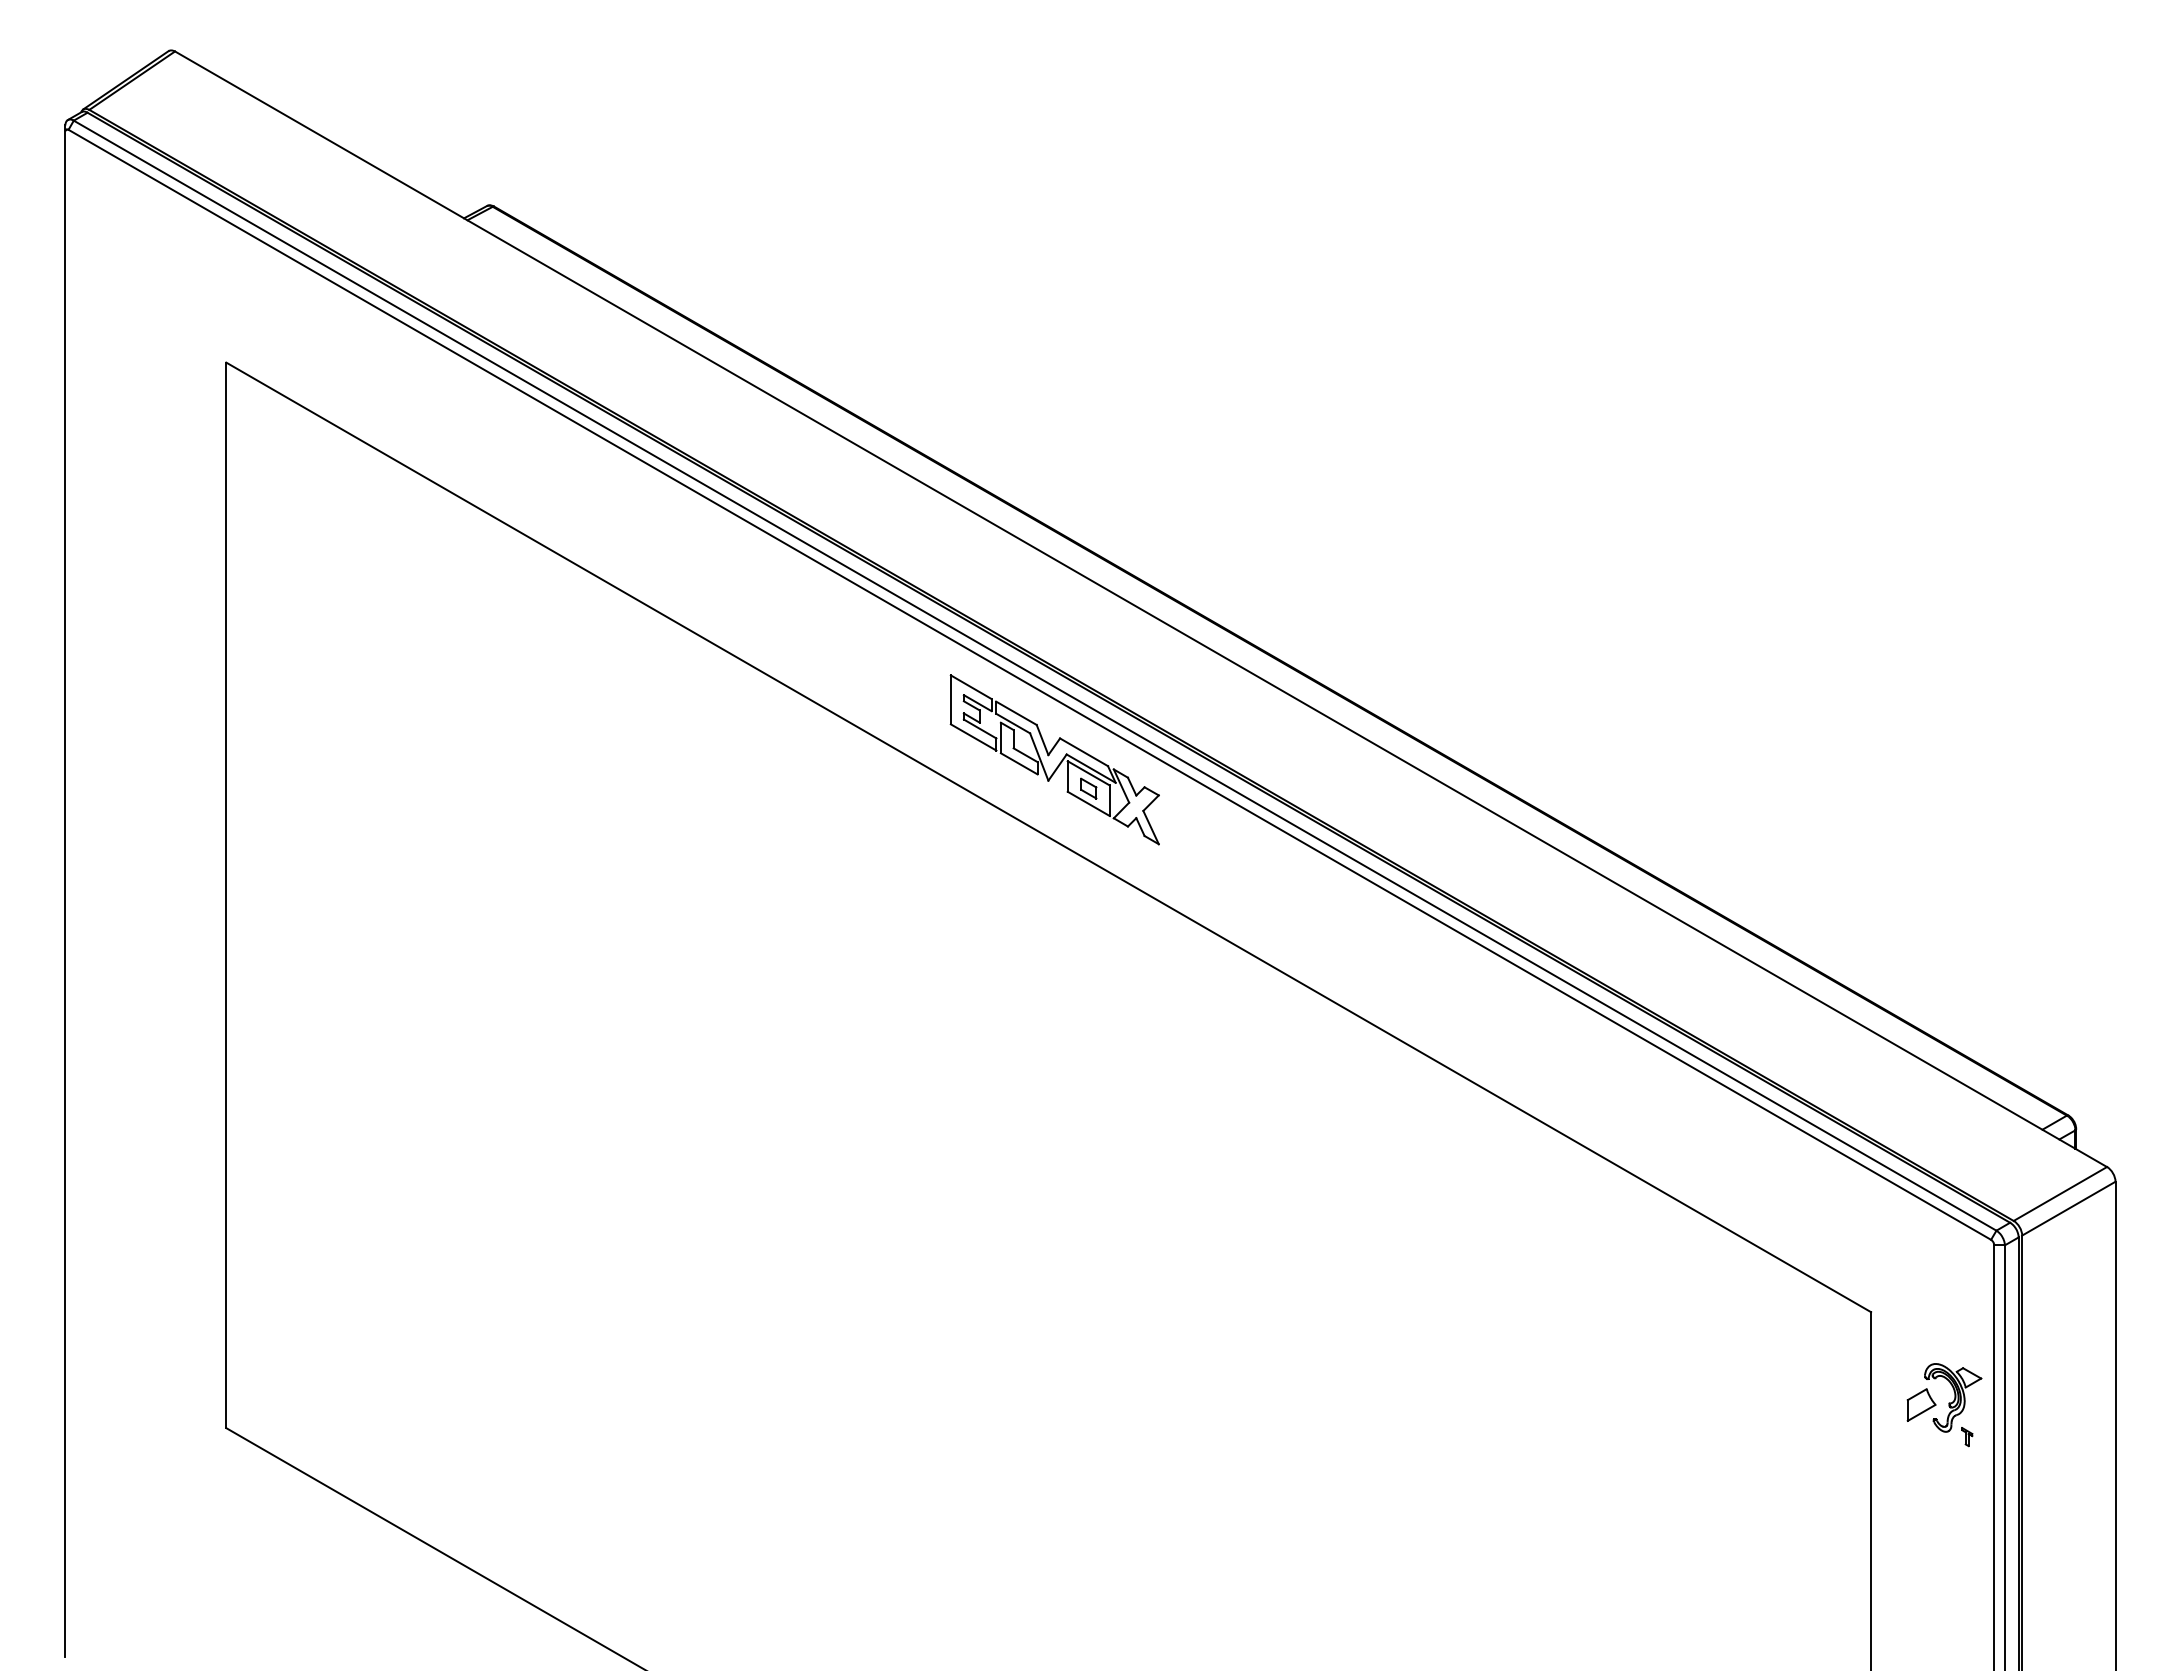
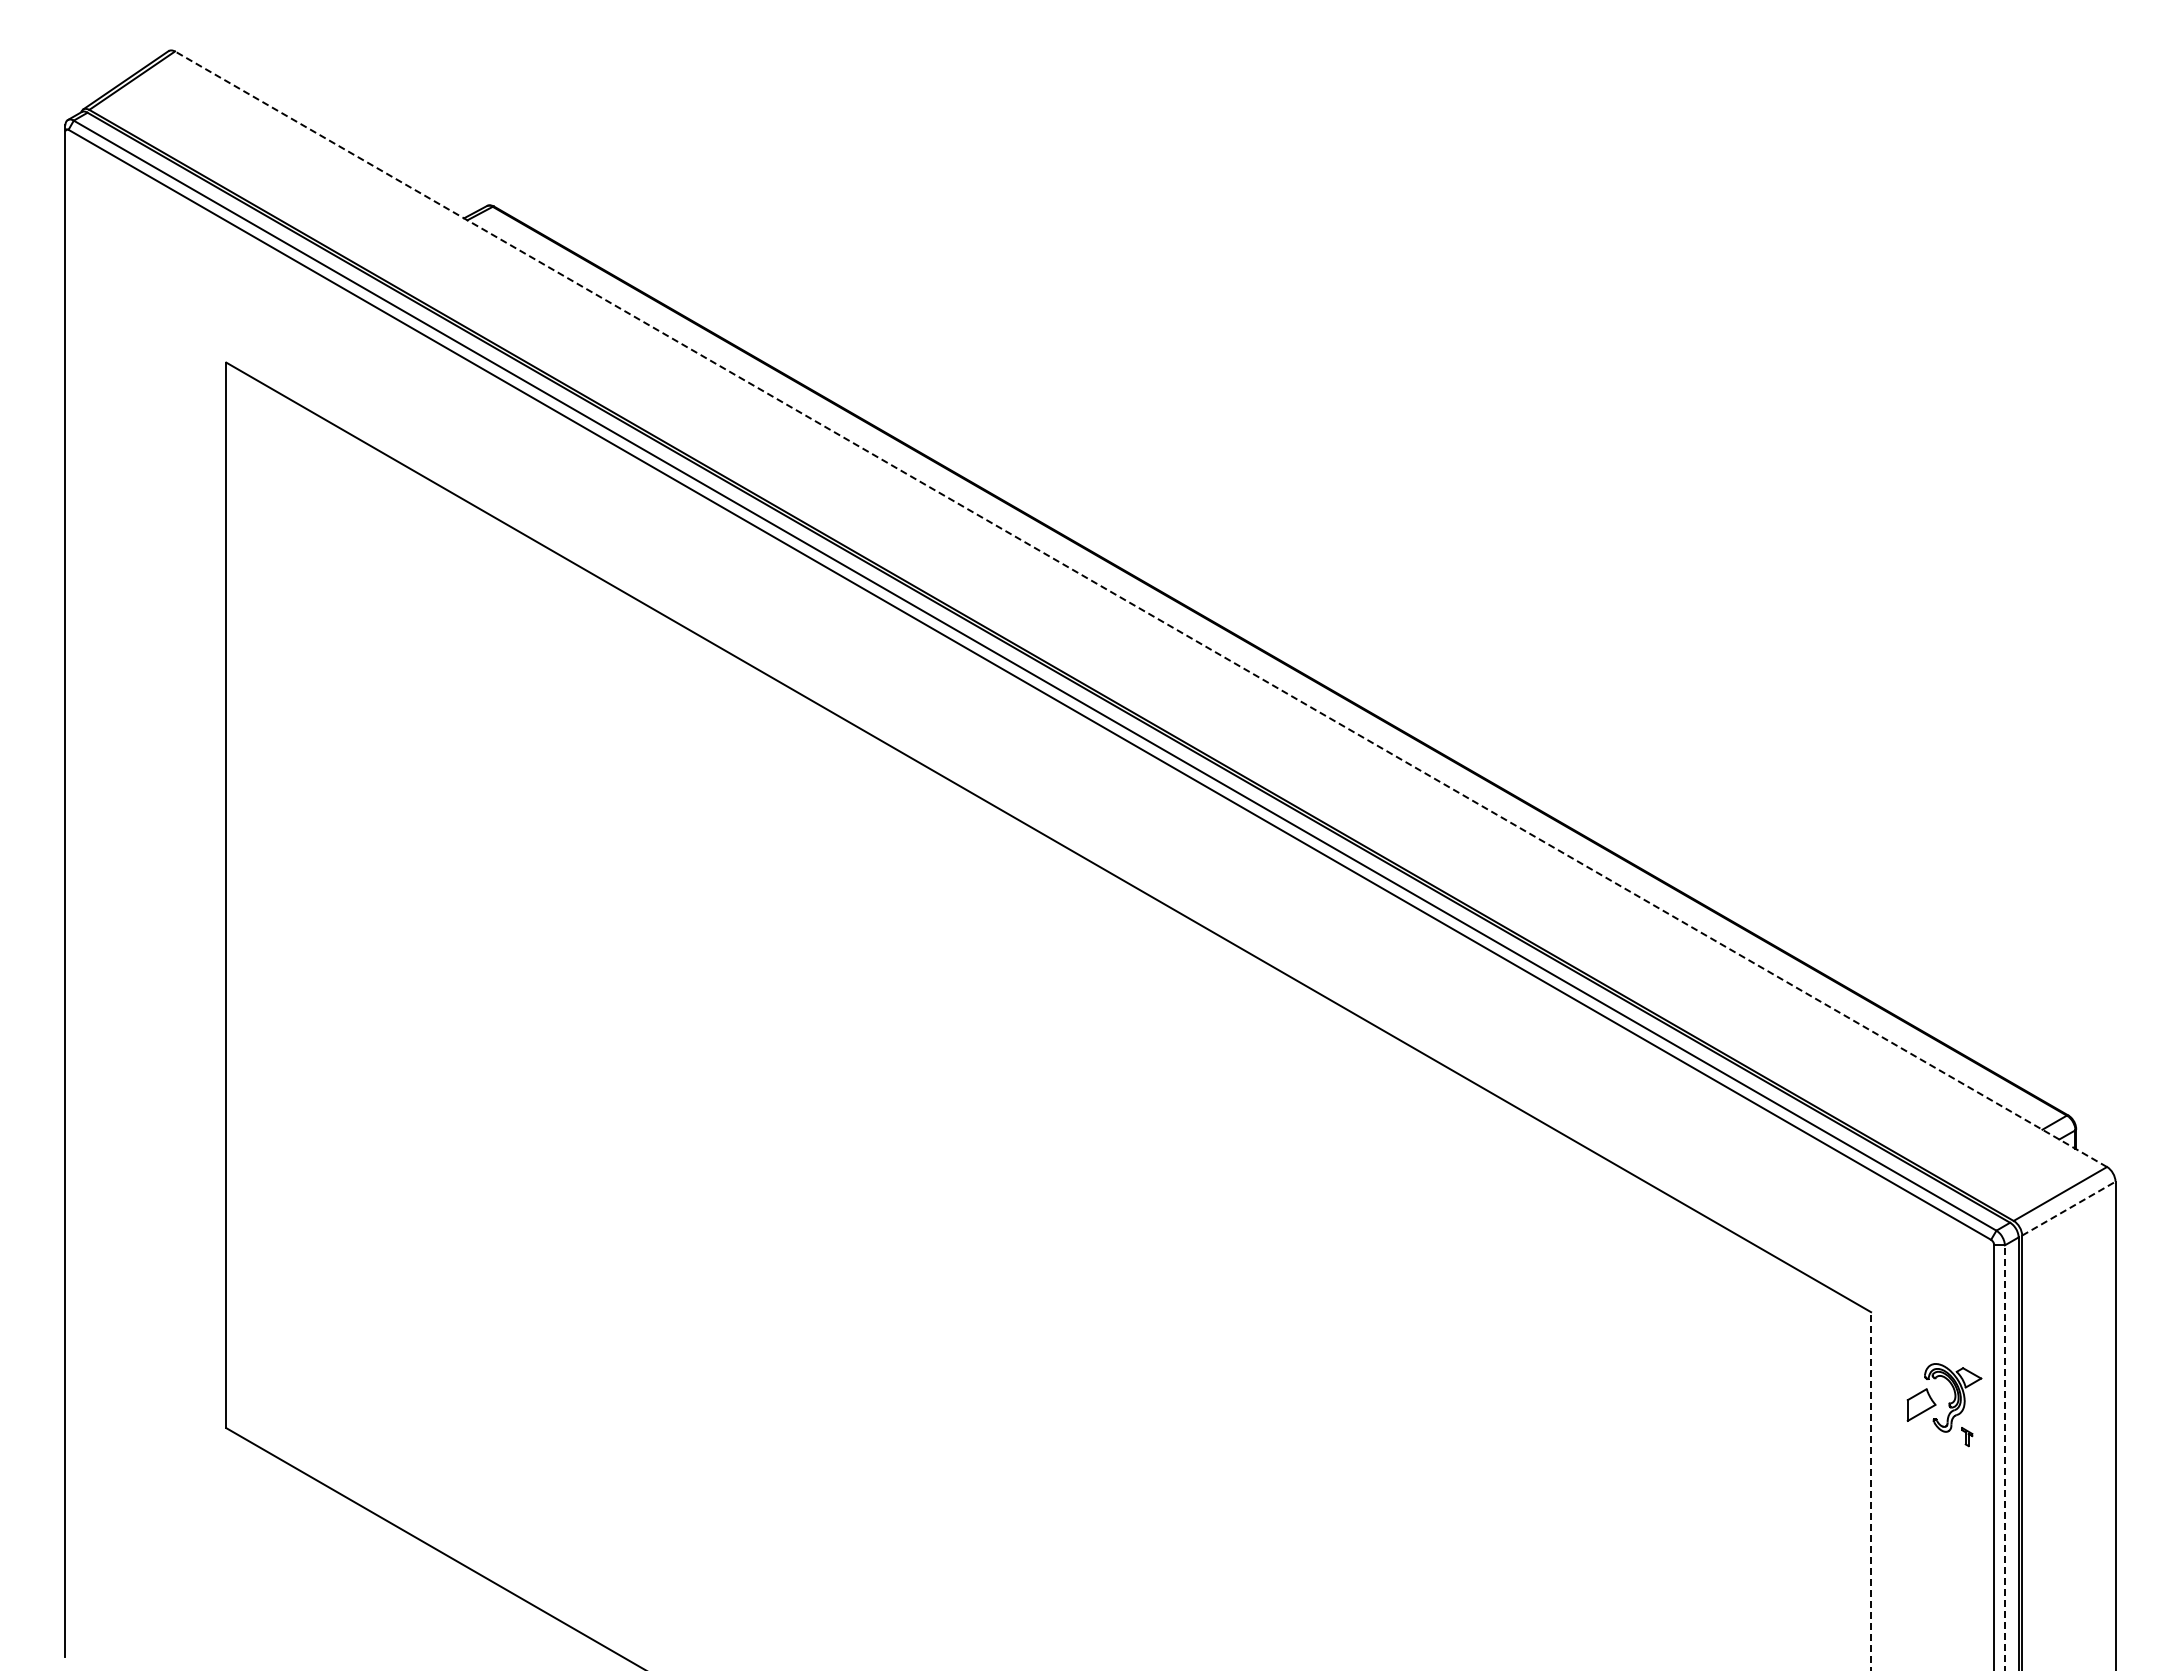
line at (1140, 609): solid -> dashed
part at (1054, 759): present -> none
line at (2068, 1208): solid -> dashed
line at (2004, 1457): solid -> dashed
line at (1871, 1491): solid -> dashed
